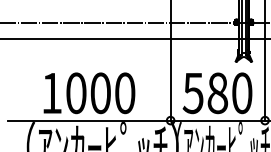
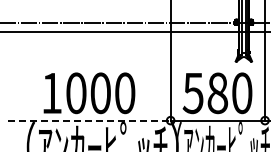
line at (134, 39) position: (134, 39) -> (134, 32)
line at (89, 120): solid -> dashed
